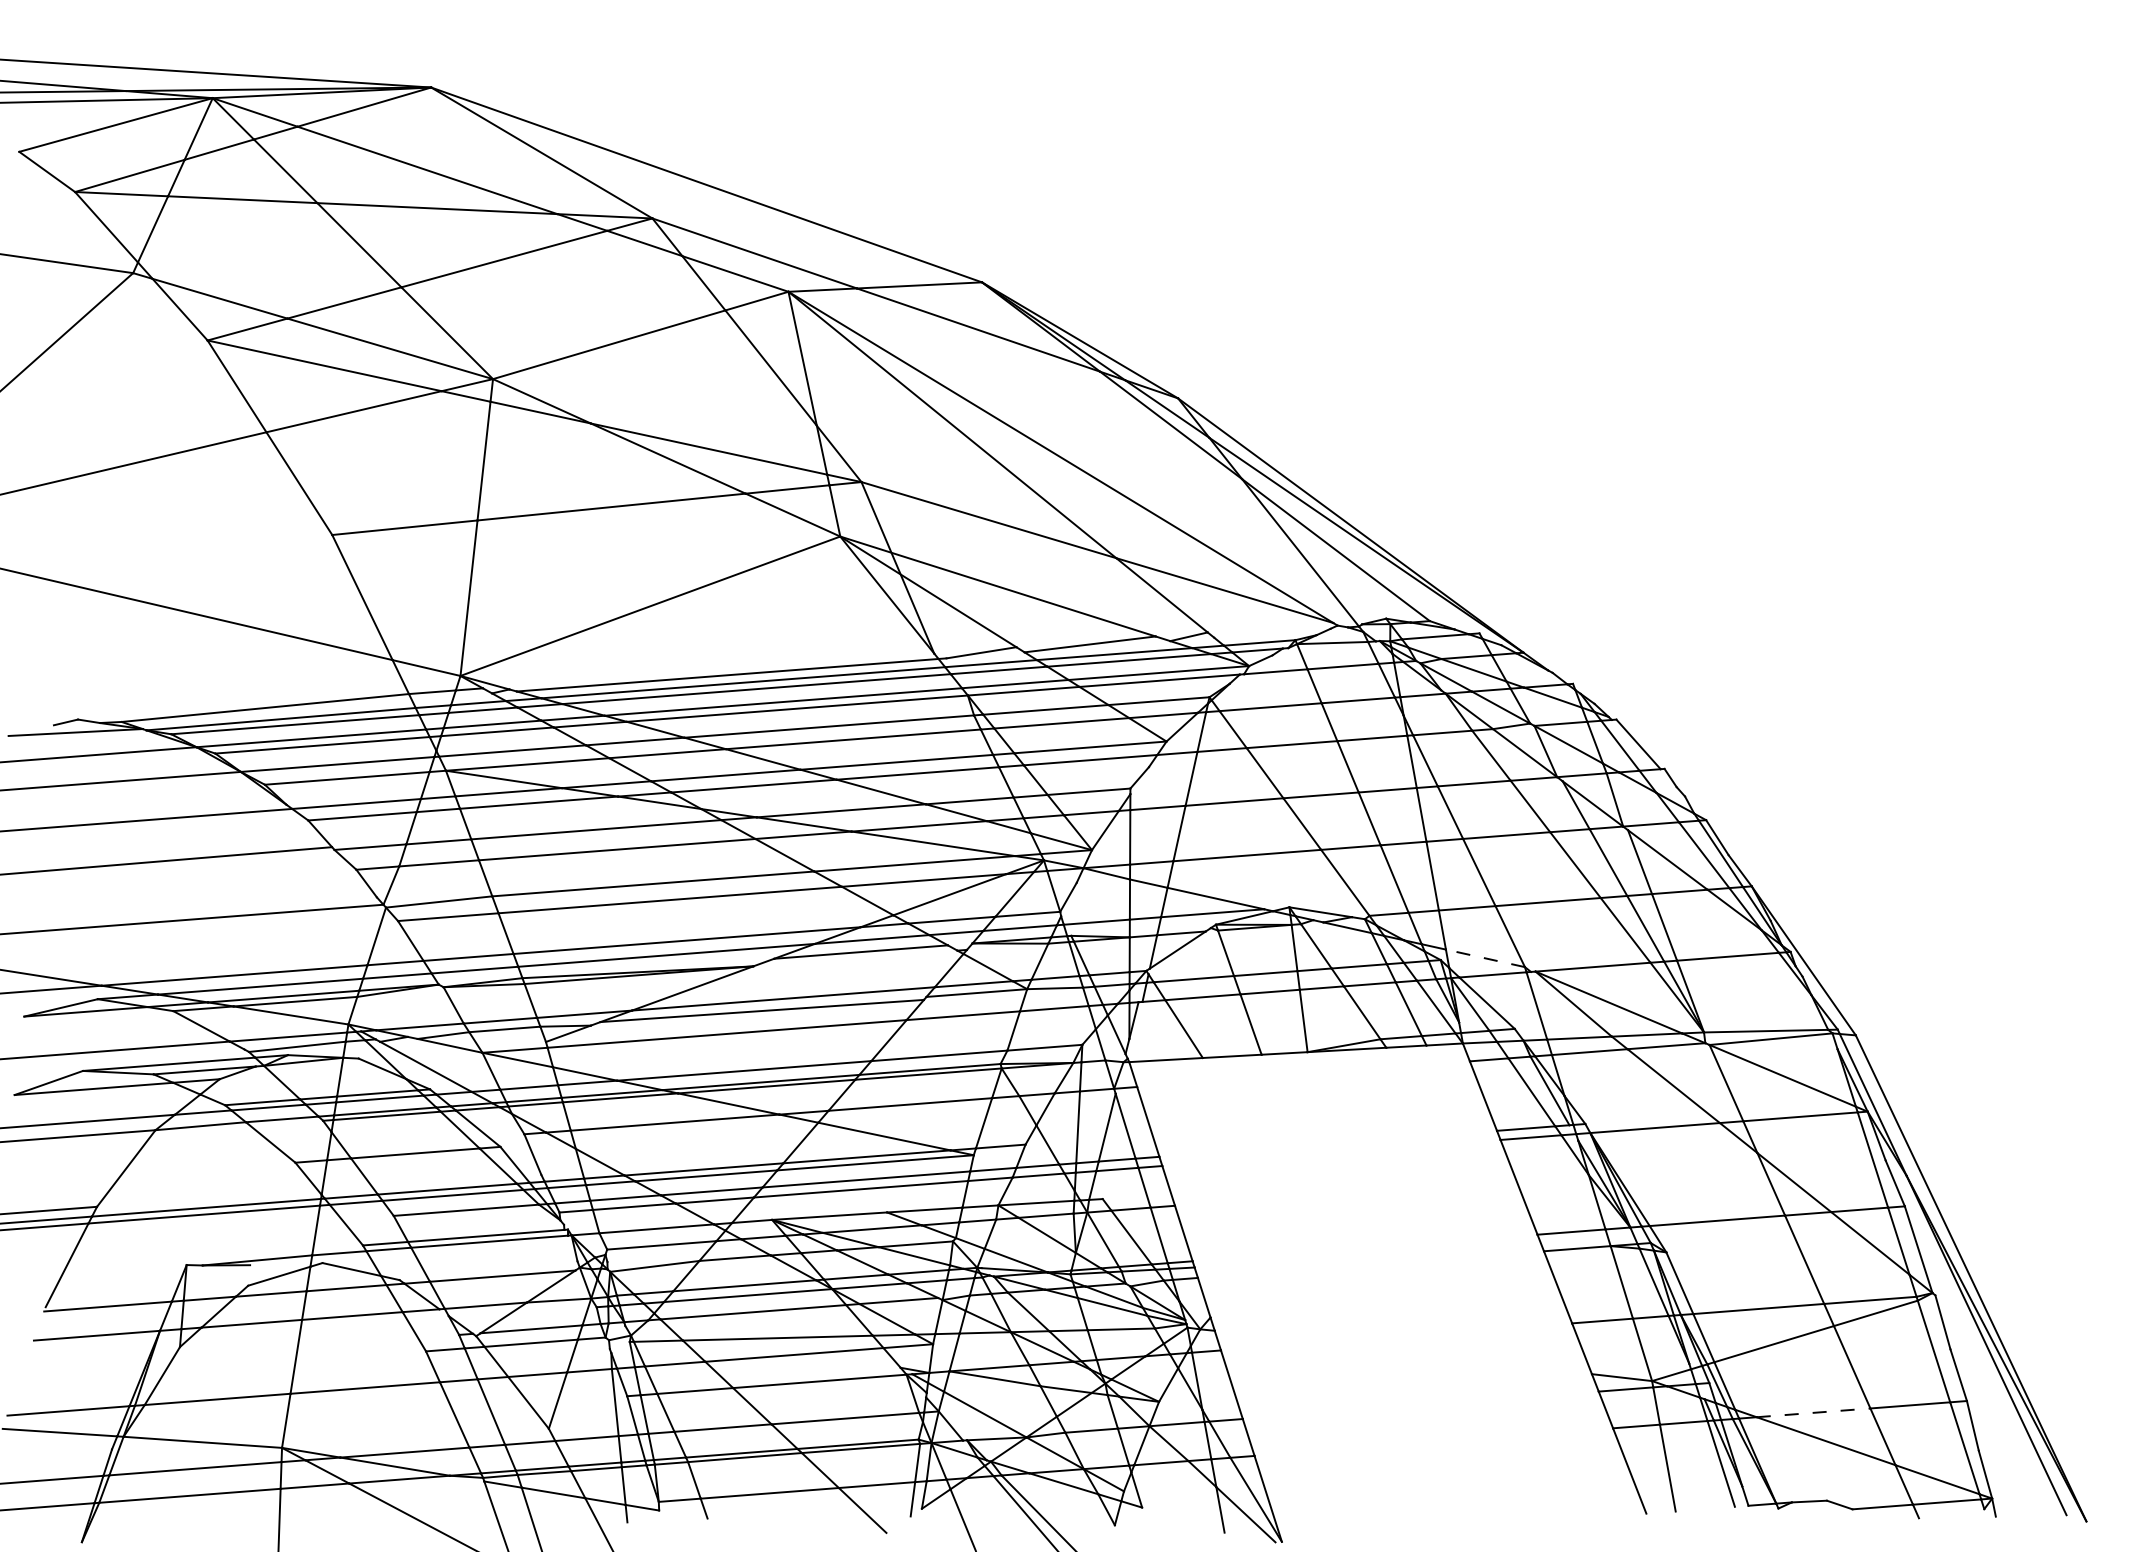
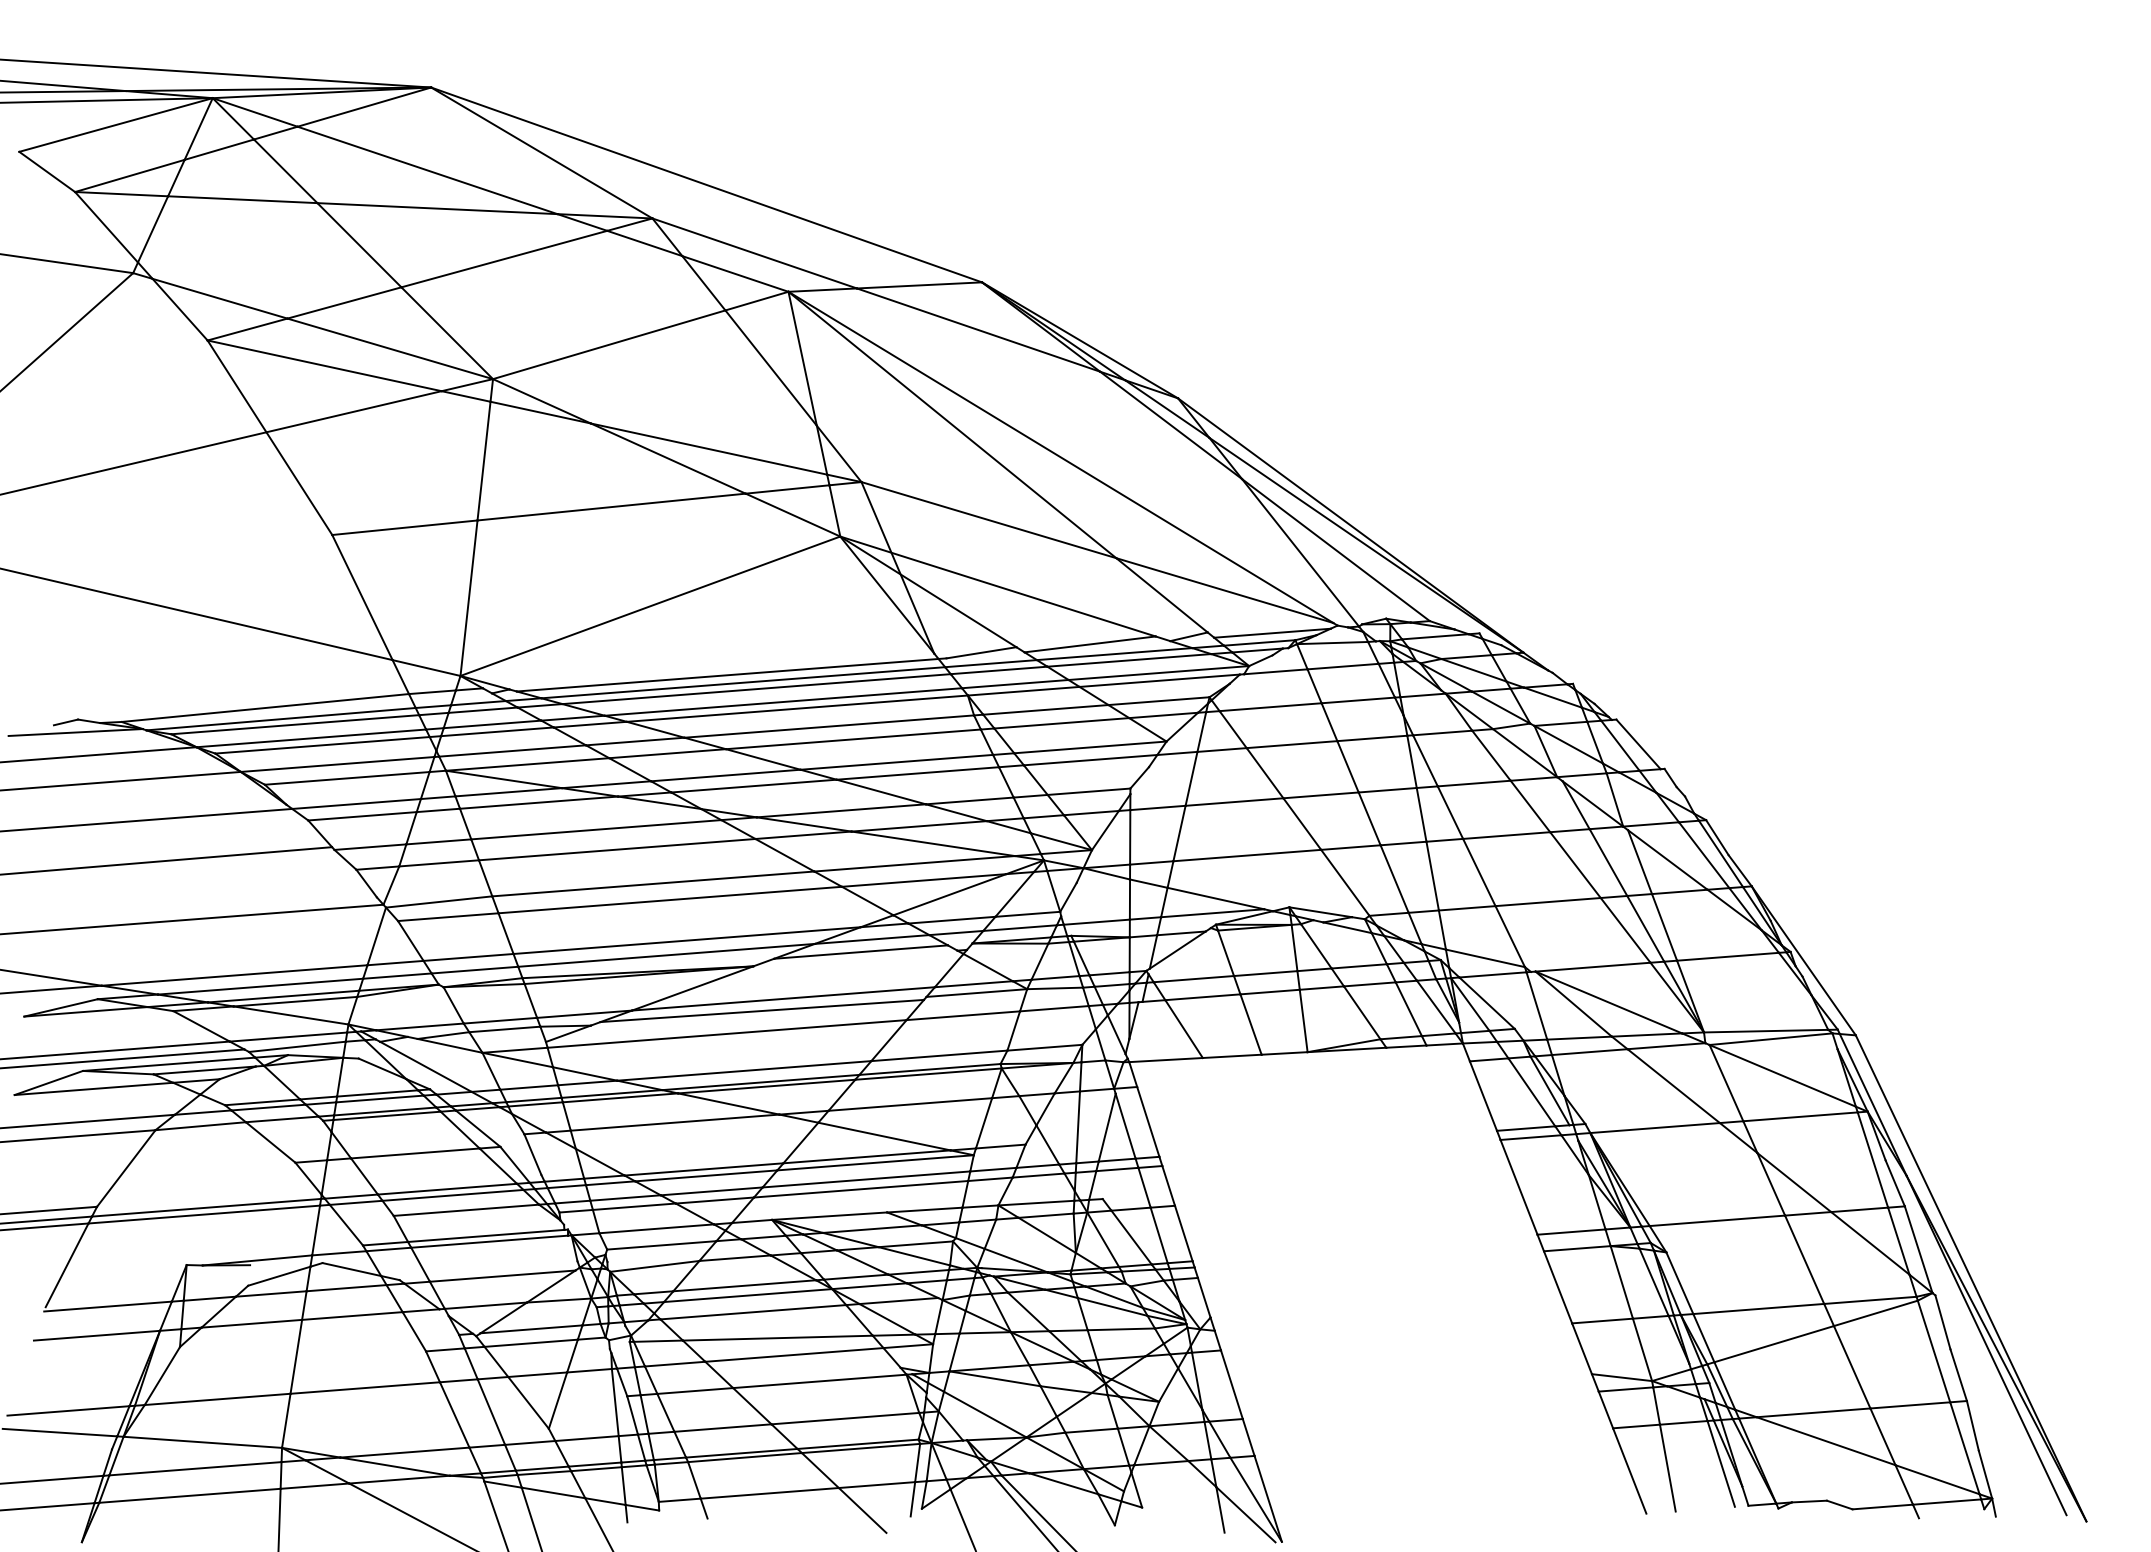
line at (1272, 632): none -> present
line at (1484, 958): dashed -> solid
line at (123, 1058): none -> present
line at (1814, 1412): dashed -> solid
